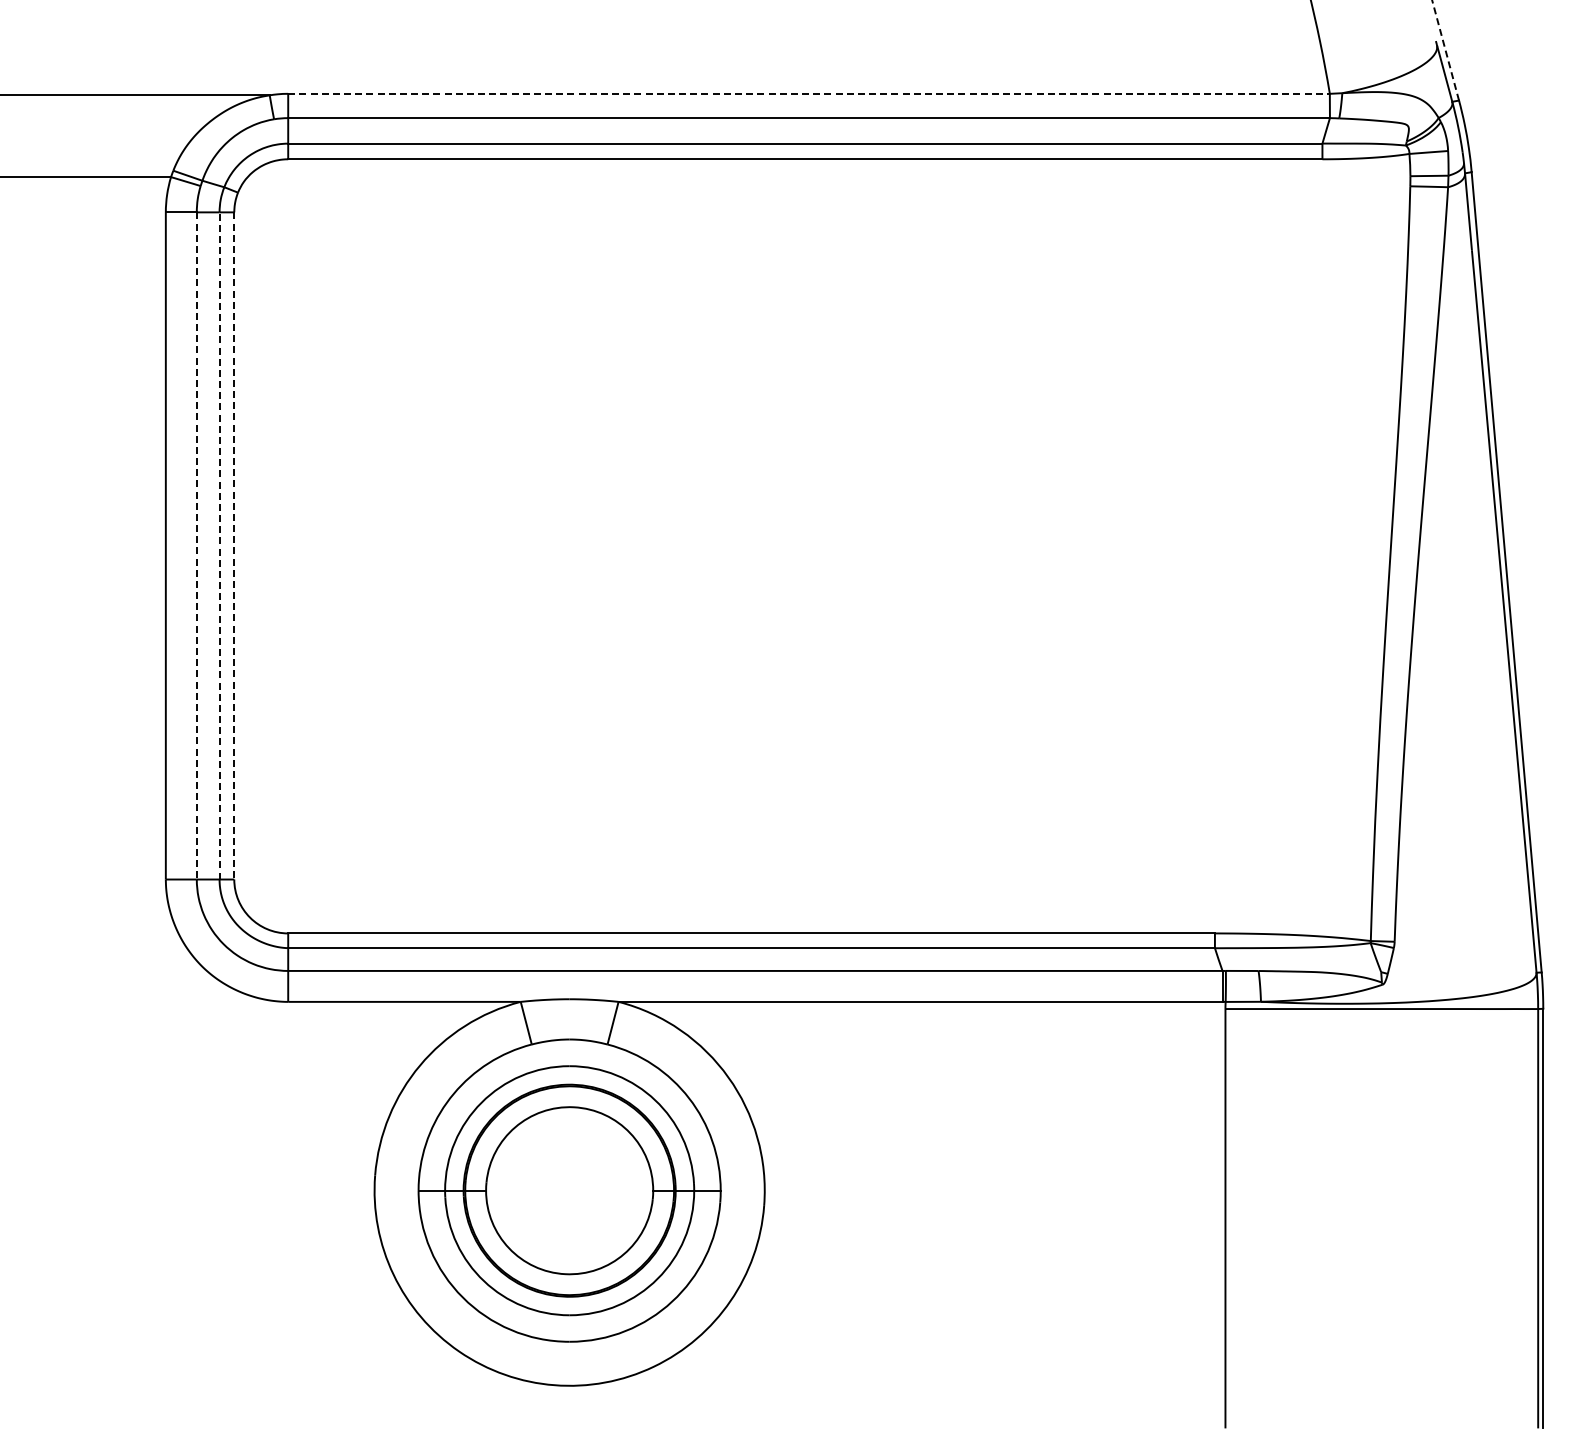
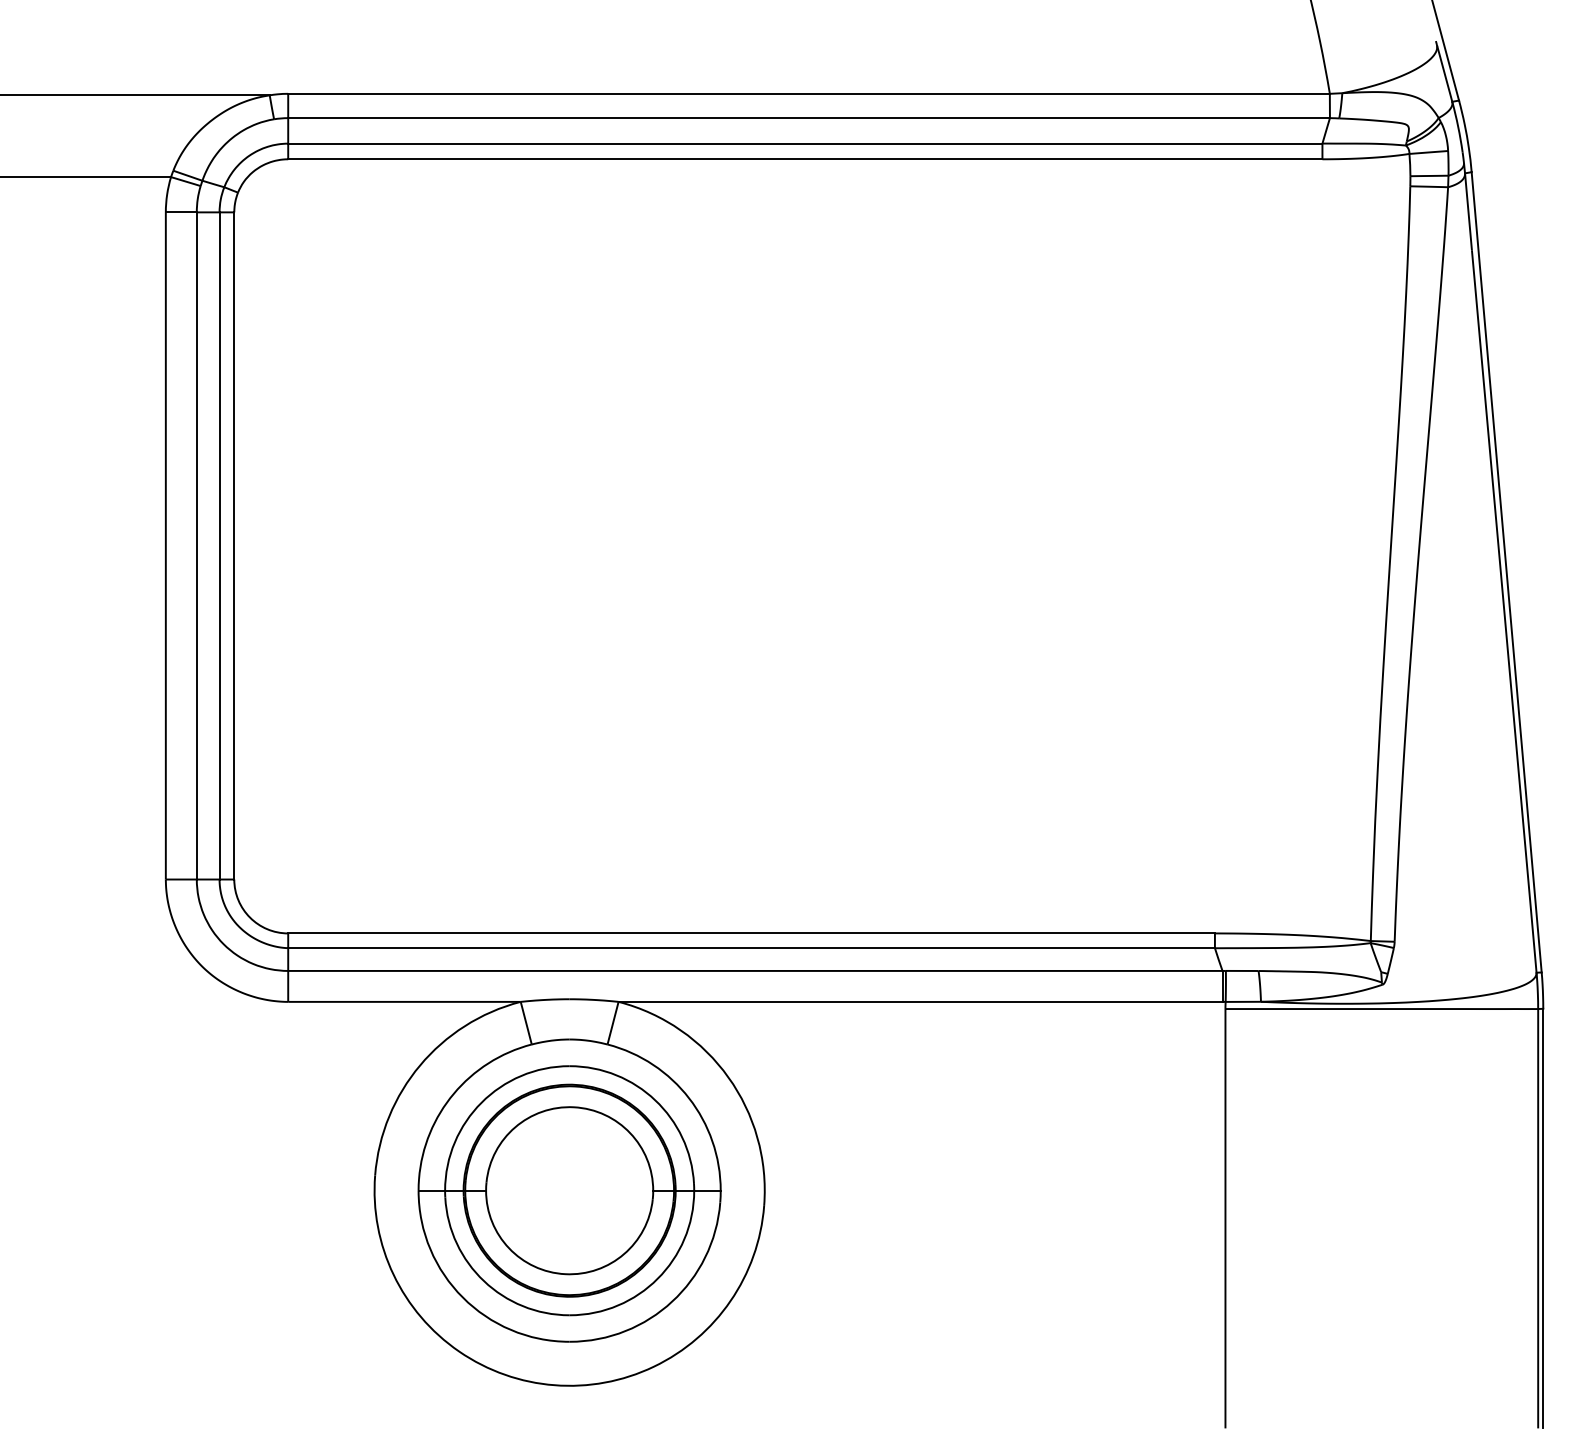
line at (1445, 50): dashed -> solid
line at (809, 93): dashed -> solid
line at (196, 545): dashed -> solid
line at (219, 545): dashed -> solid
line at (234, 545): dashed -> solid
